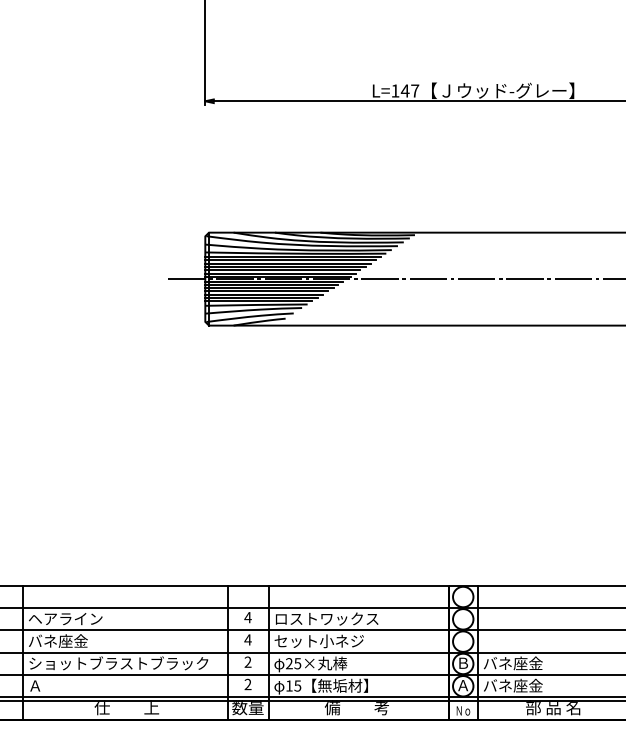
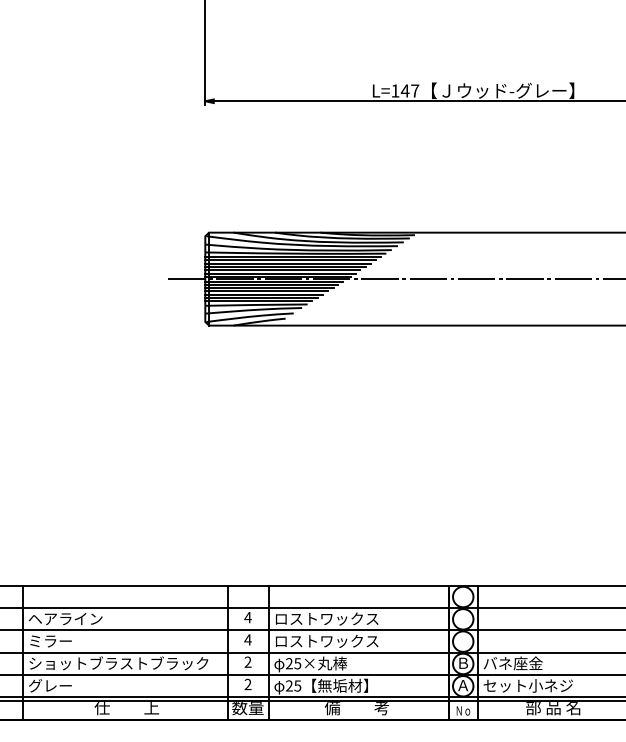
text at (58, 640): バネ座金 -> ミラー
text at (326, 641): セット小ネジ -> ロストワックス
text at (50, 685): Ａ -> グレー
text at (289, 685): 15 -> 25
text at (527, 685): バネ座金 -> セット小ネジ
